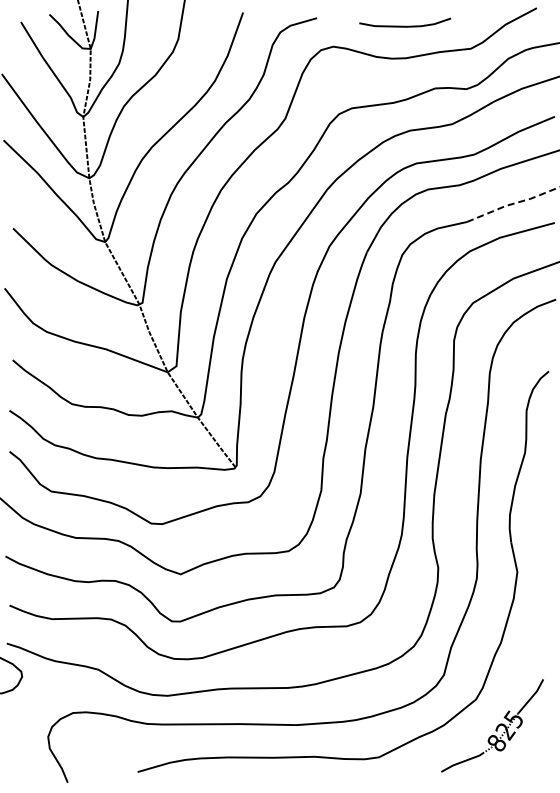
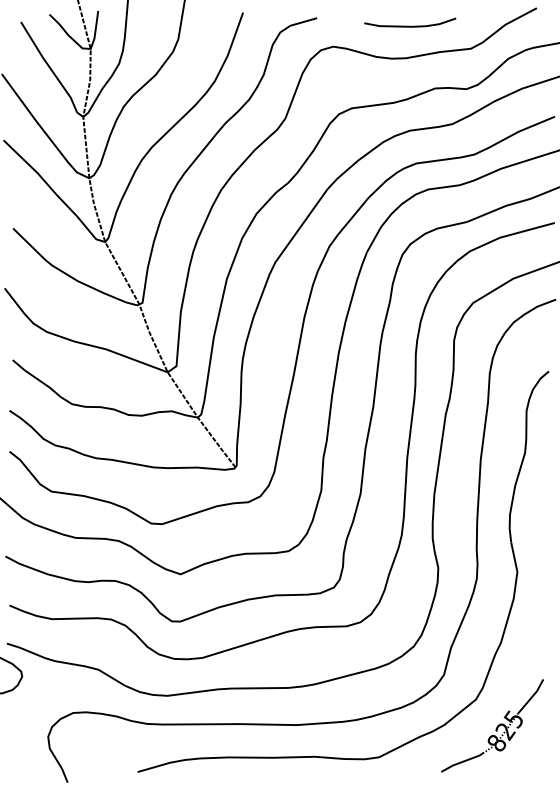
curve at (405, 25) position: (405, 25) -> (410, 25)
line at (512, 203): dashed -> solid
